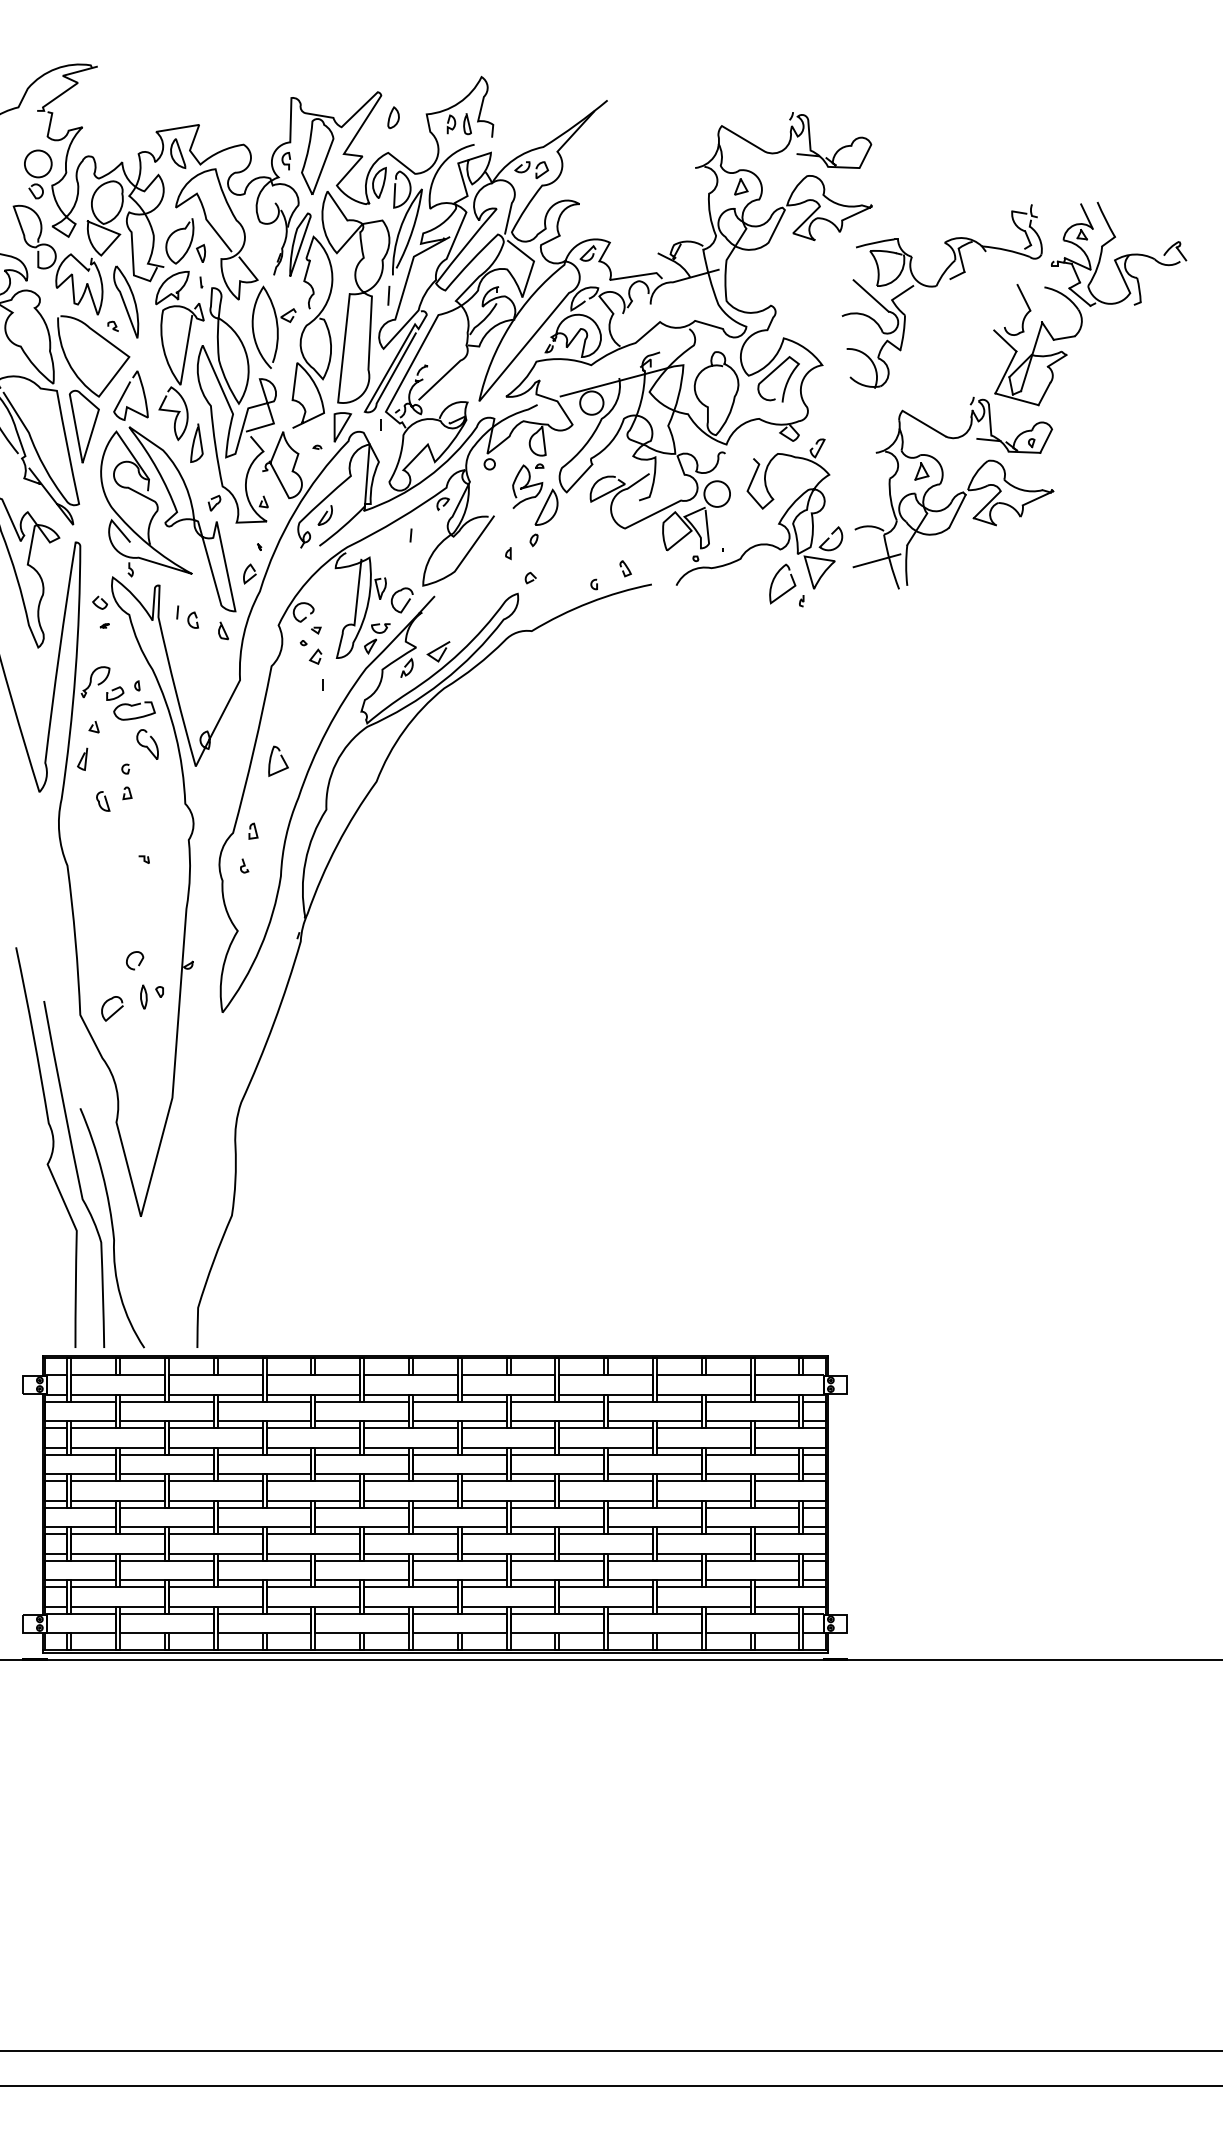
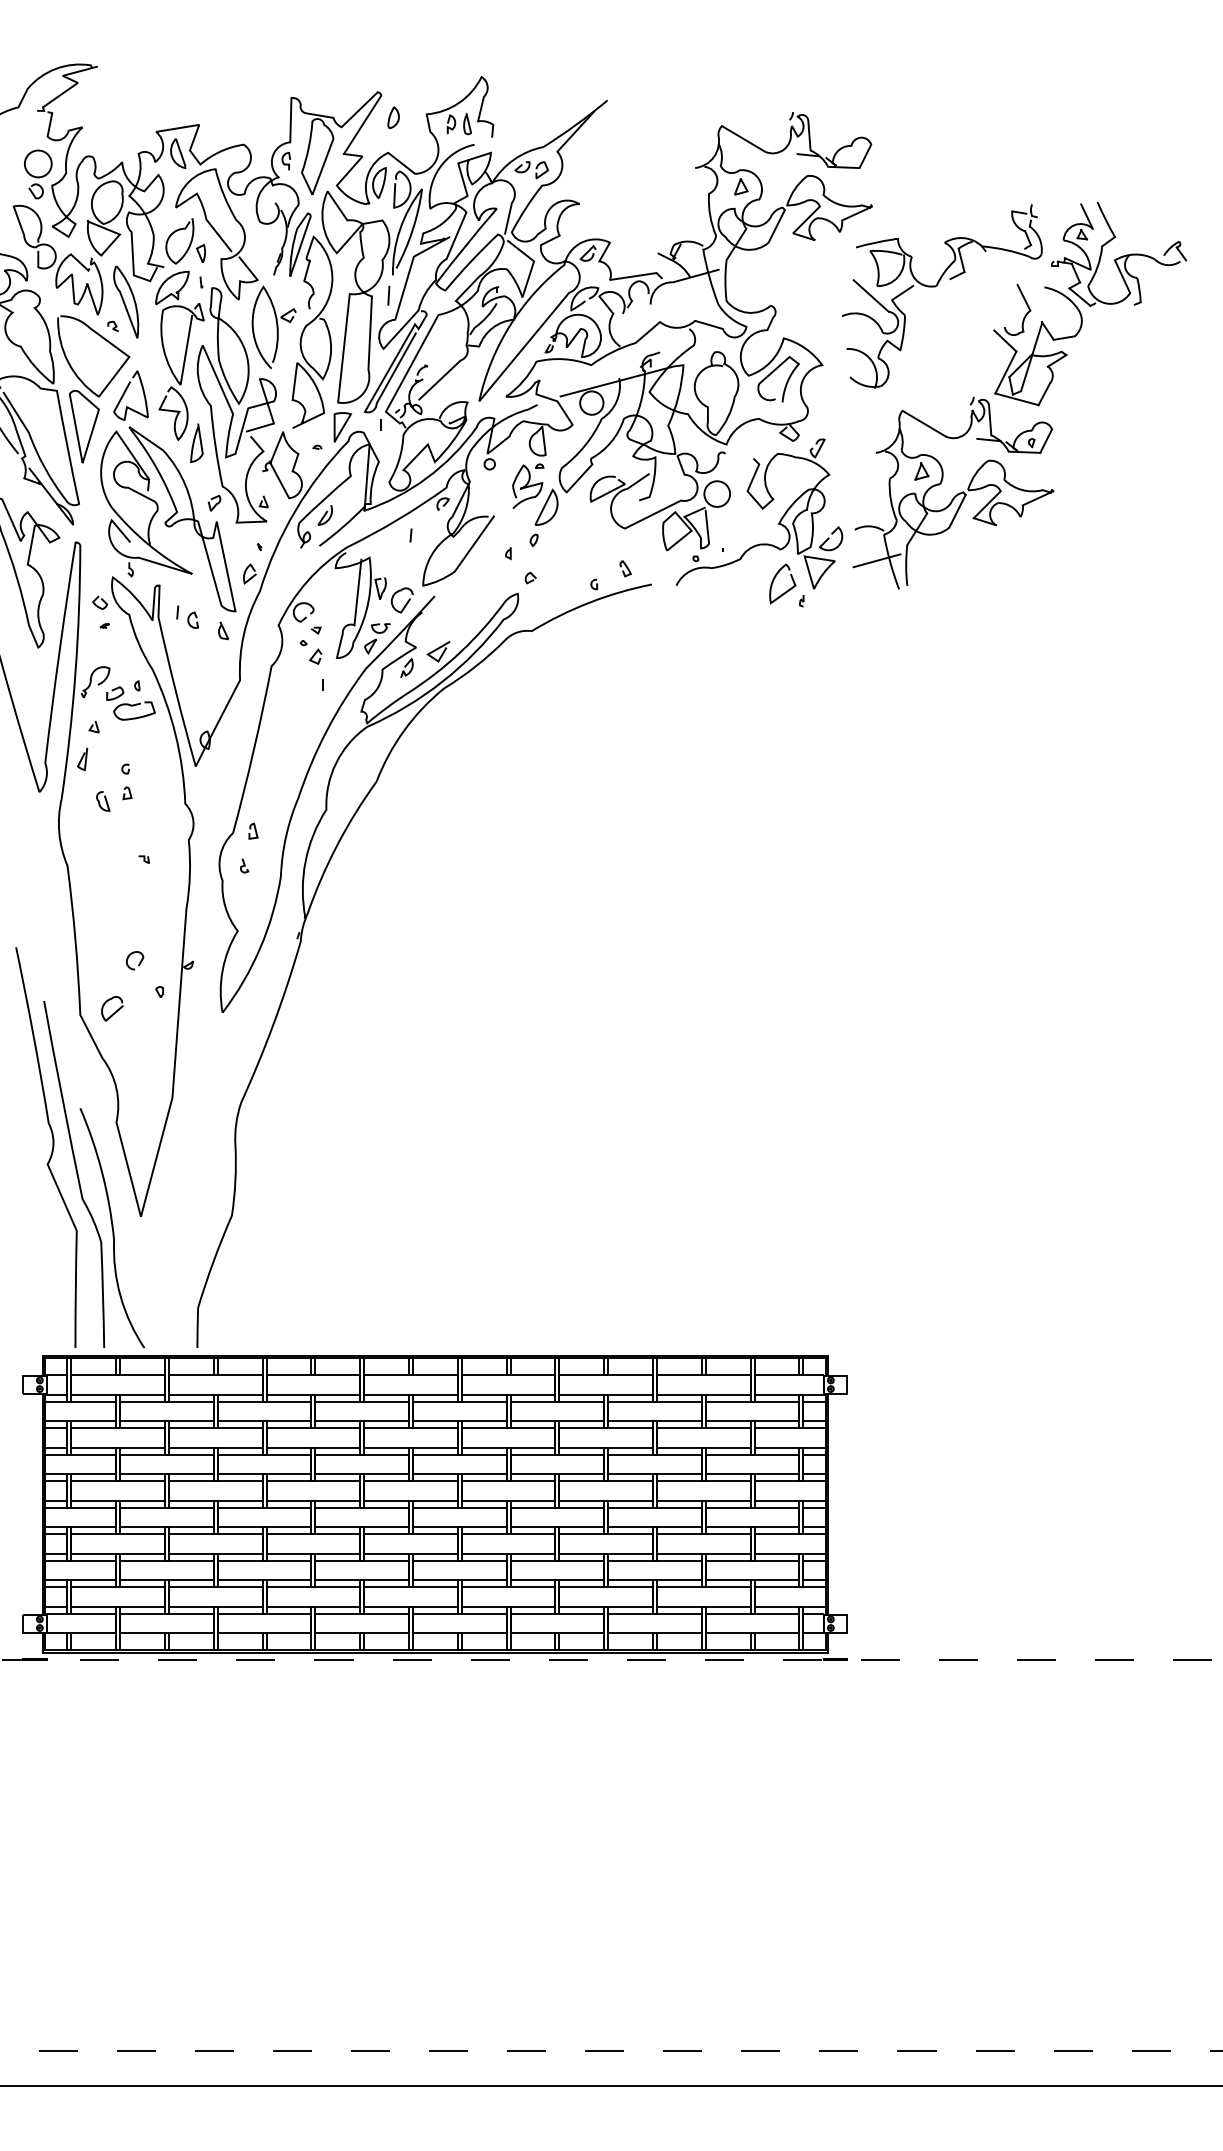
curve at (146, 745): present -> none
curve at (281, 758): present -> none
curve at (141, 996): present -> none
line at (610, 1660): solid -> dashed
line at (611, 2050): solid -> dashed
